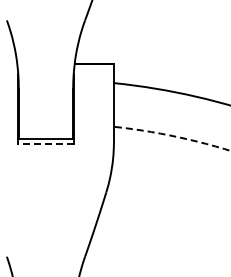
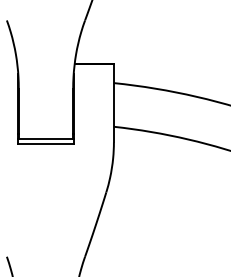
arc at (172, 136): dashed -> solid
line at (46, 144): dashed -> solid
